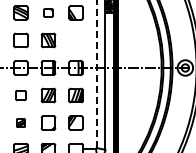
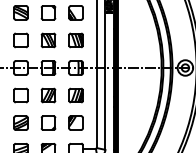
part at (48, 12) size: 11x10 px -> 17x16 px
part at (75, 40): none -> present
line at (96, 74): dashed -> solid
part at (20, 95) size: 12x12 px -> 16x17 px
part at (20, 122) size: 10x10 px -> 16x16 px
